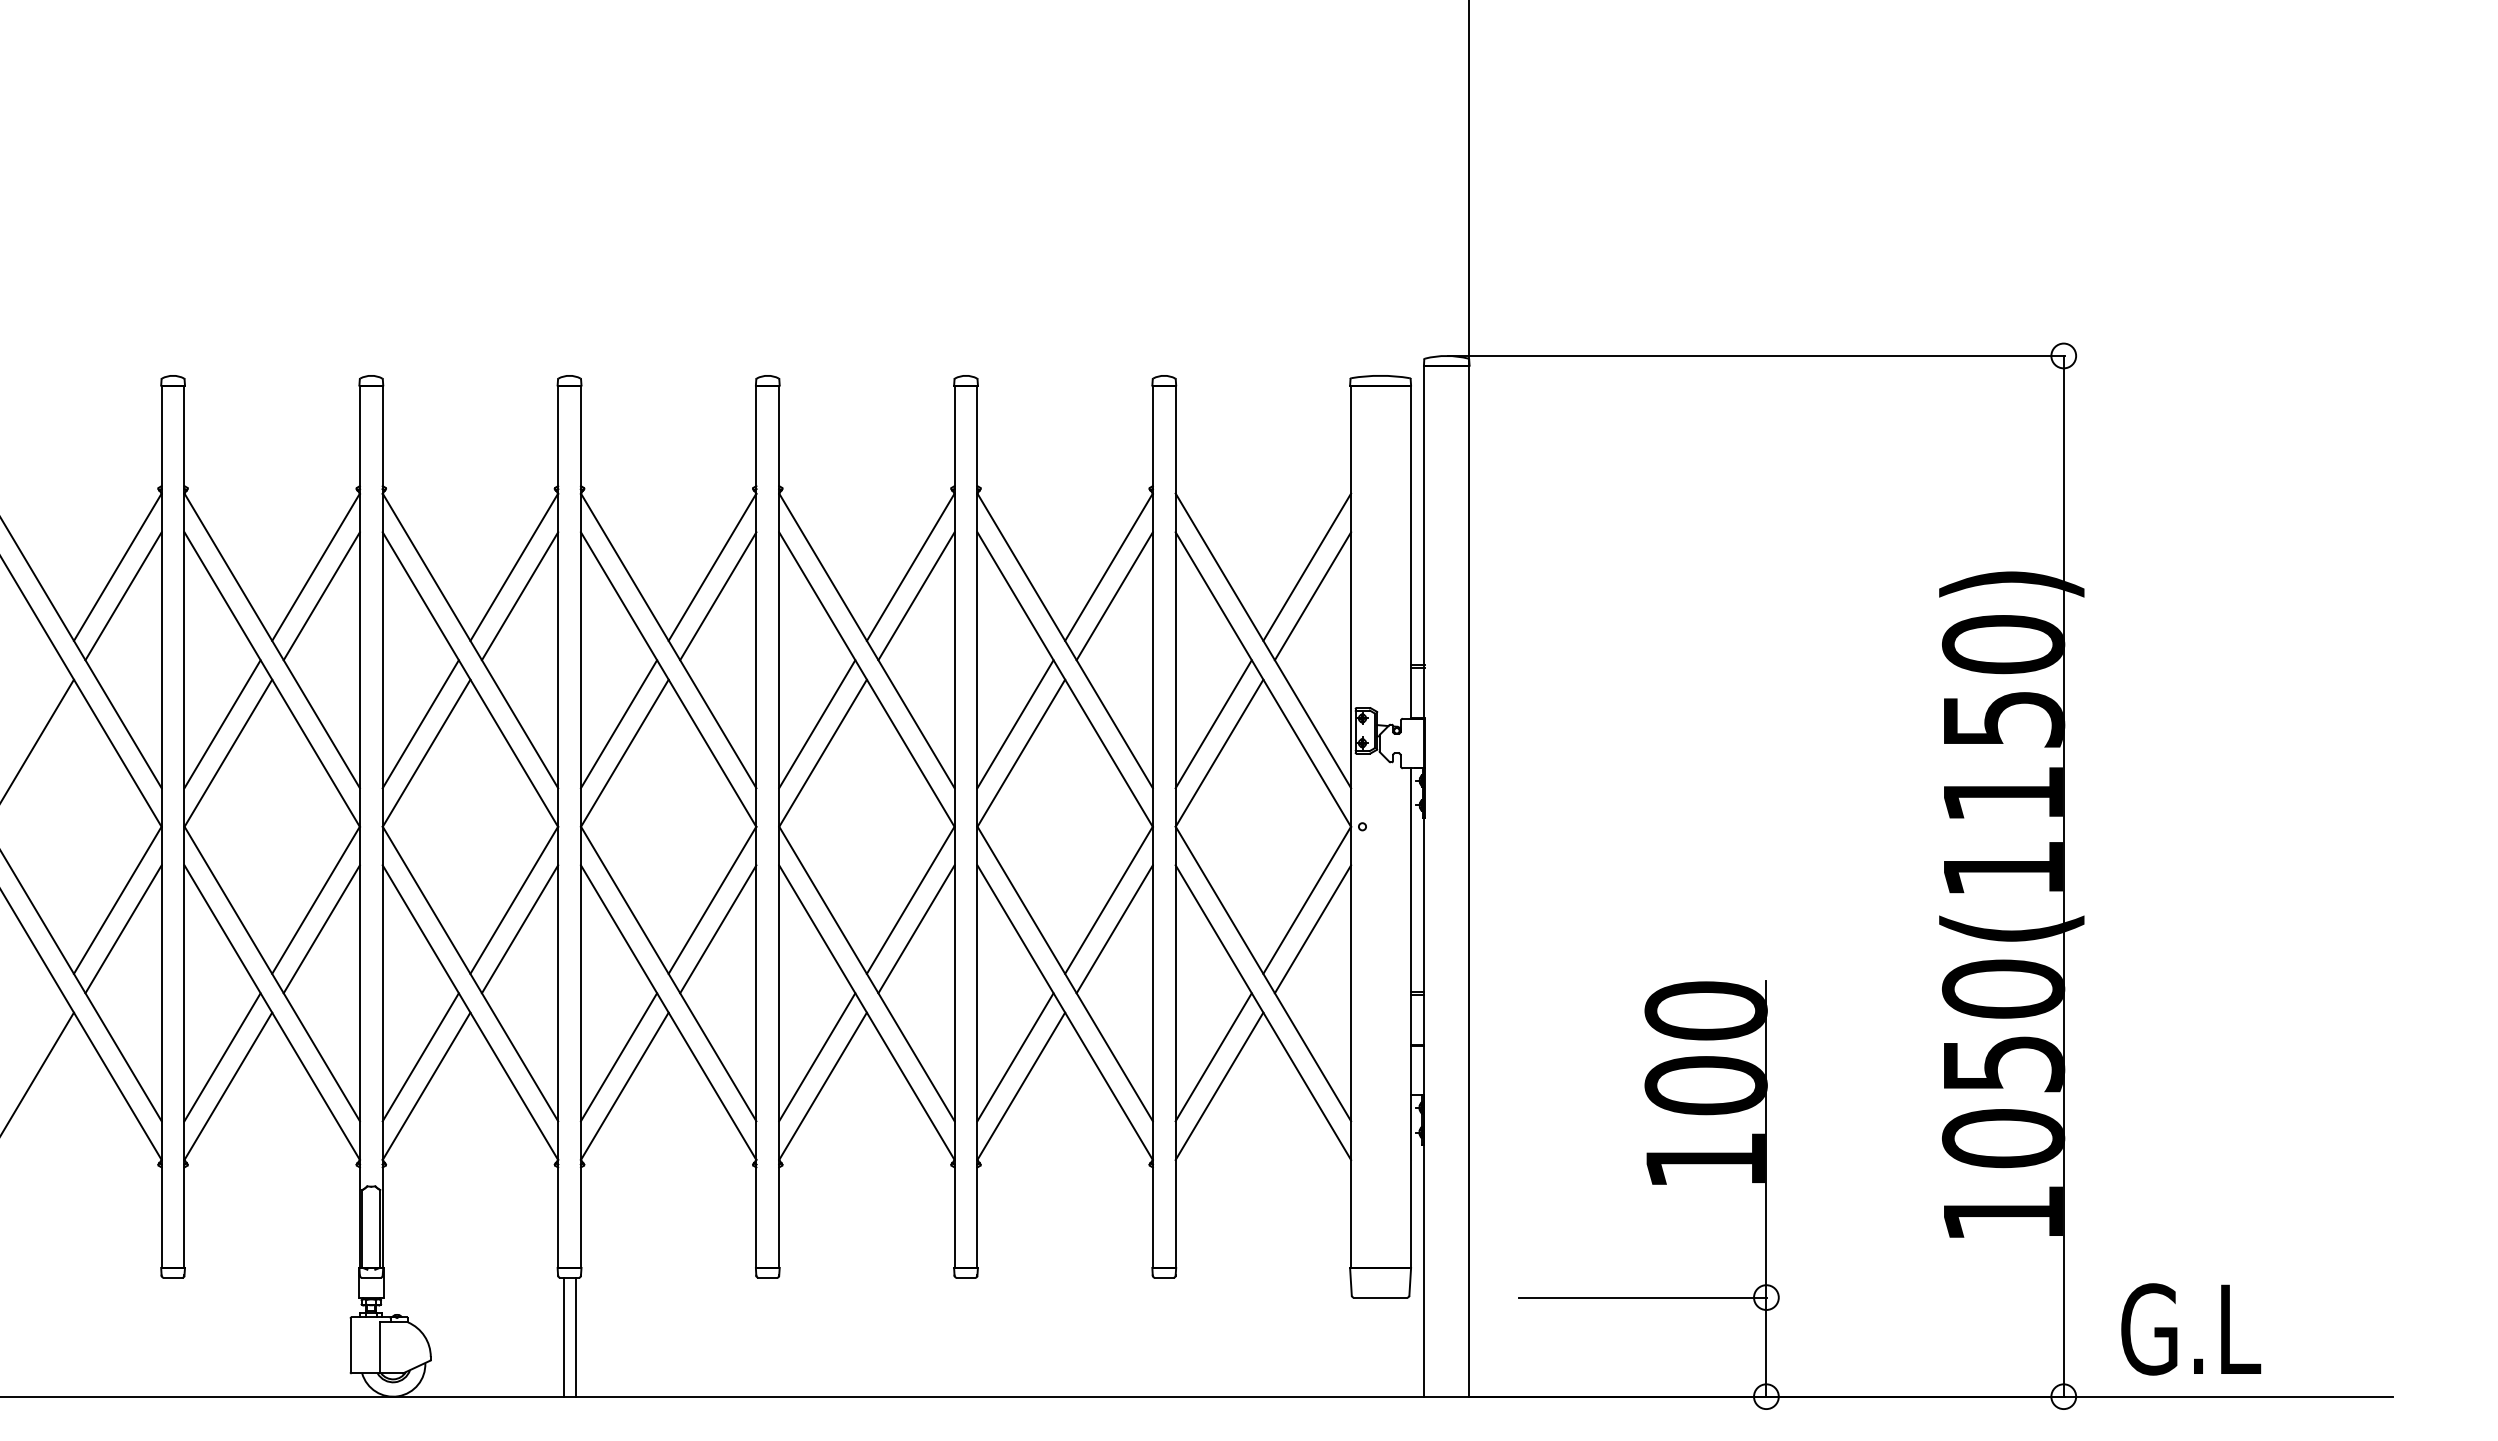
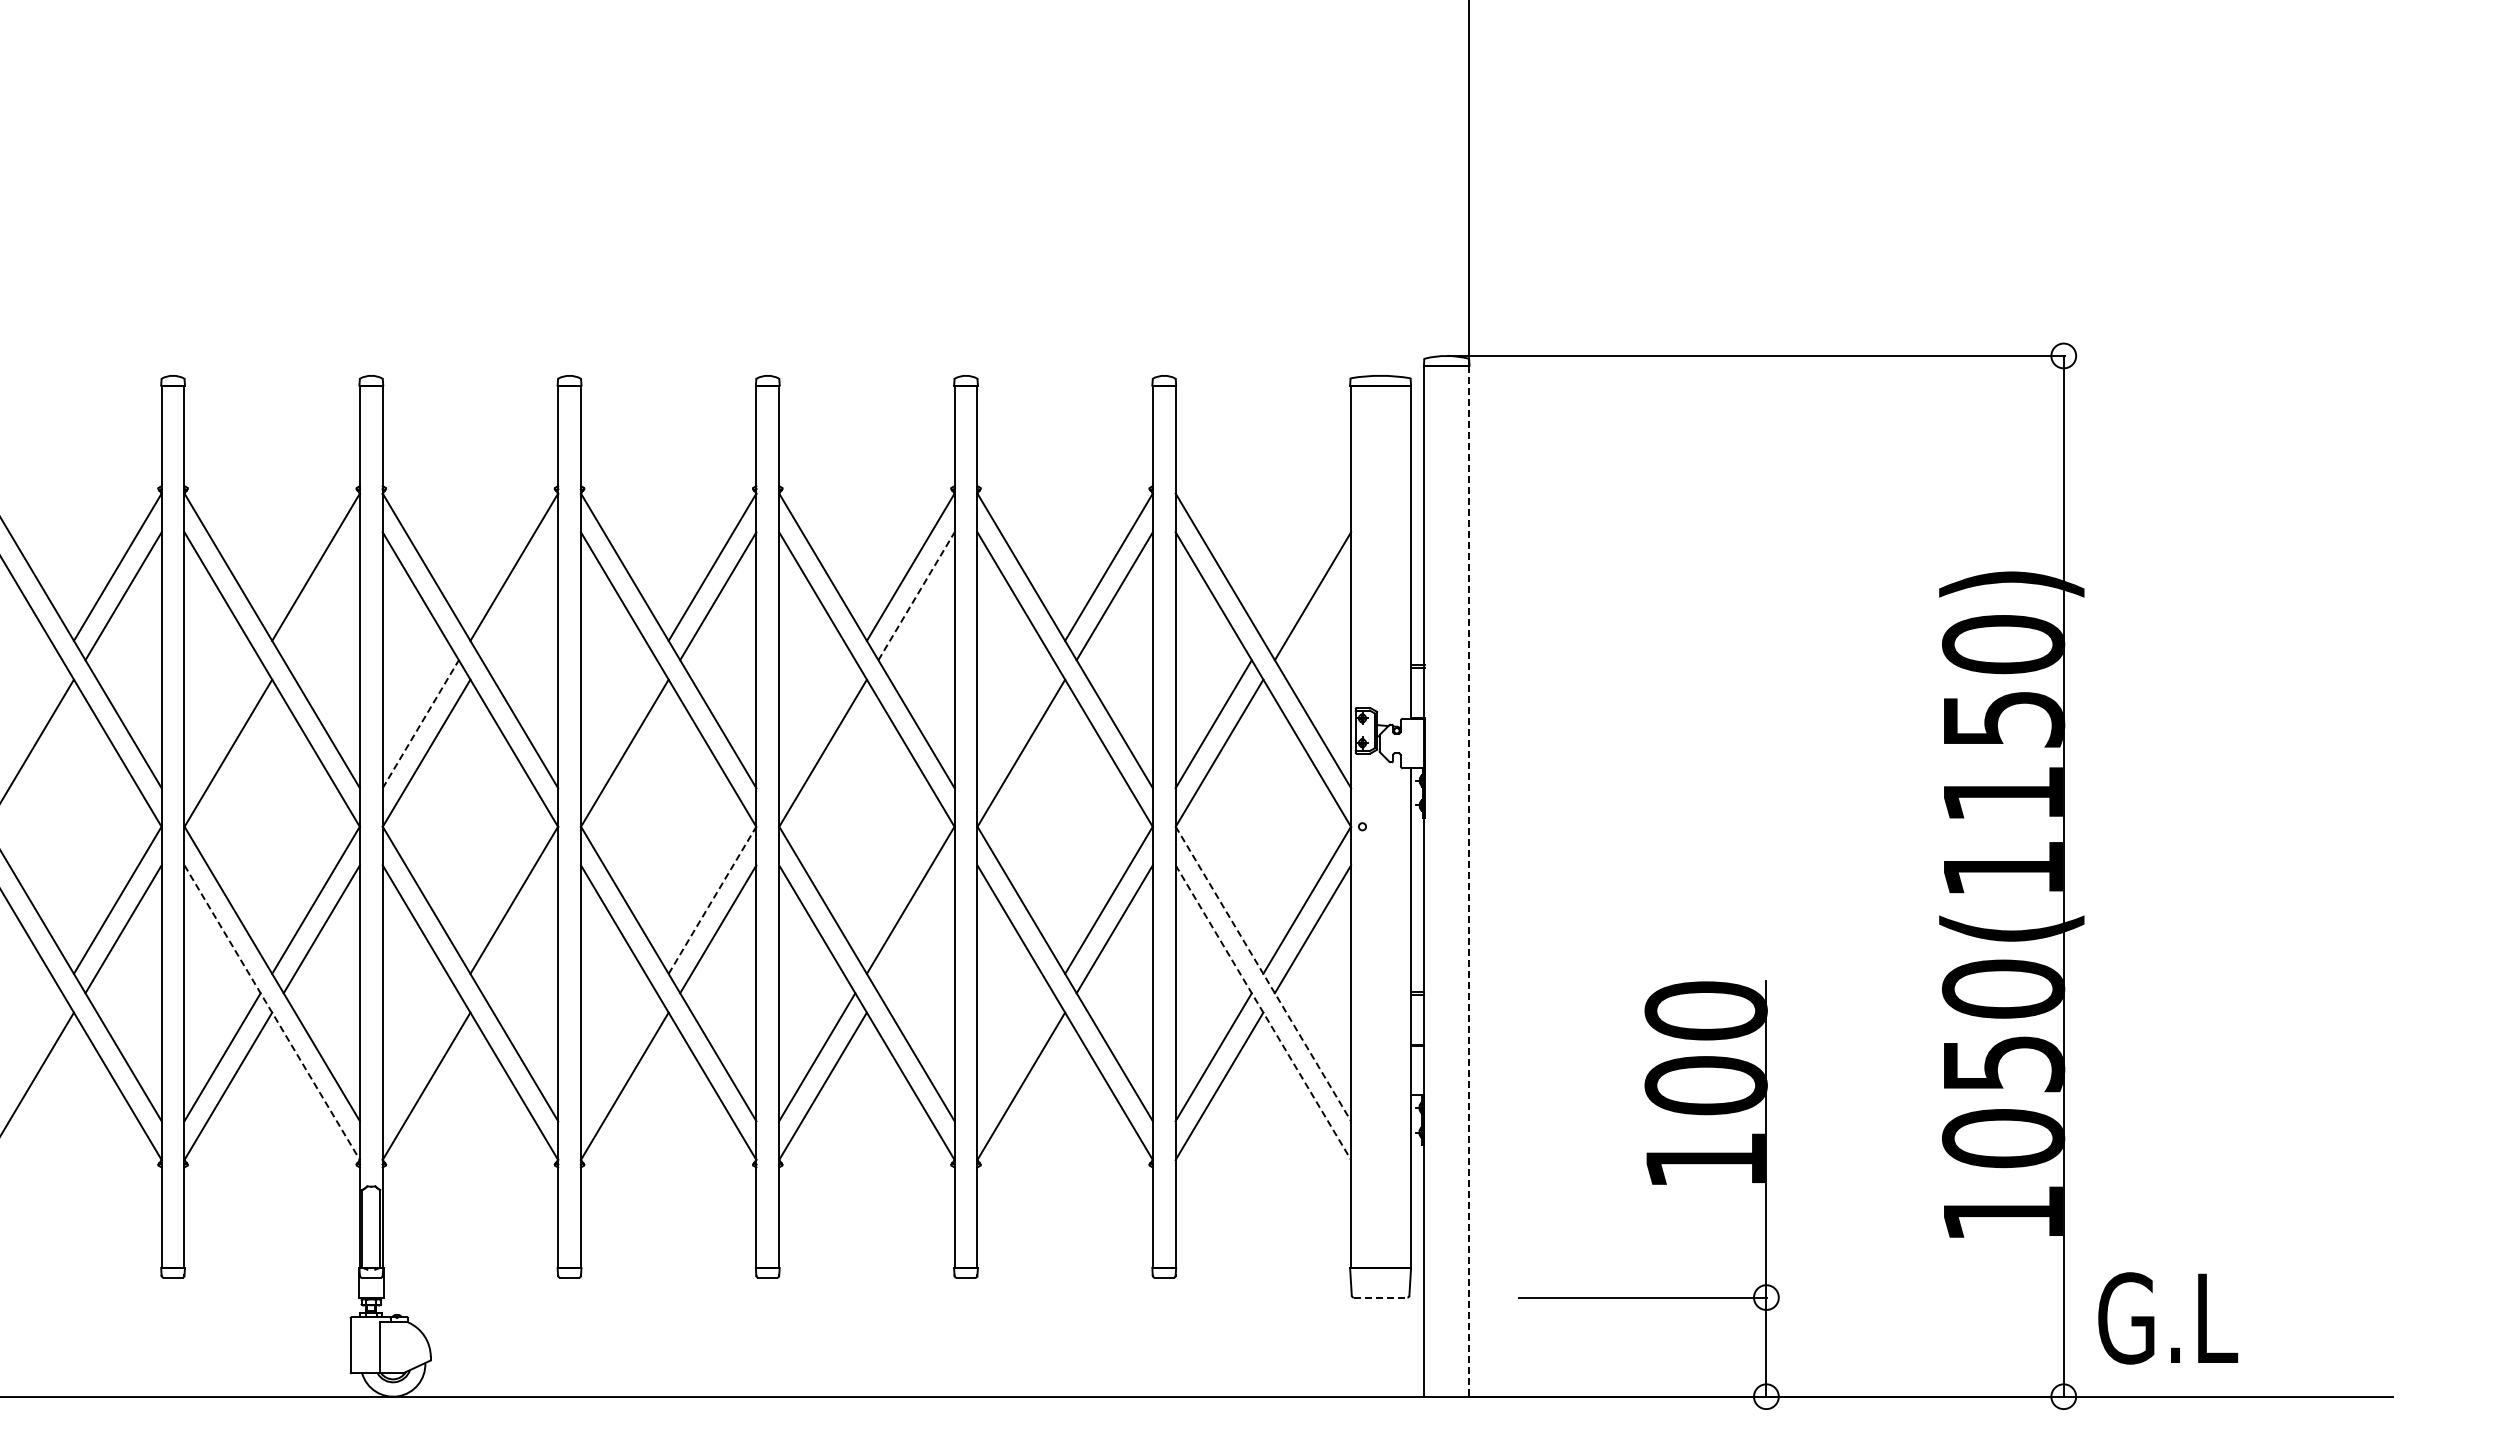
line at (1307, 566): present -> none
line at (916, 595): solid -> dashed
line at (321, 596): present -> none
line at (519, 596): present -> none
line at (421, 723): solid -> dashed
line at (222, 724): present -> none
line at (618, 724): present -> none
line at (817, 724): present -> none
line at (1015, 724): present -> none
line at (1469, 881): solid -> dashed
line at (712, 900): solid -> dashed
line at (519, 929): present -> none
line at (916, 929): present -> none
line at (1263, 974): solid -> dashed
line at (272, 1013): solid -> dashed
line at (1263, 1013): solid -> dashed
line at (420, 1057): present -> none
line at (618, 1057): present -> none
line at (1015, 1057): present -> none
line at (1381, 1297): solid -> dashed
text at (2191, 1329) position: (2191, 1329) -> (2168, 1318)
line at (563, 1336): present -> none
line at (575, 1336): present -> none
